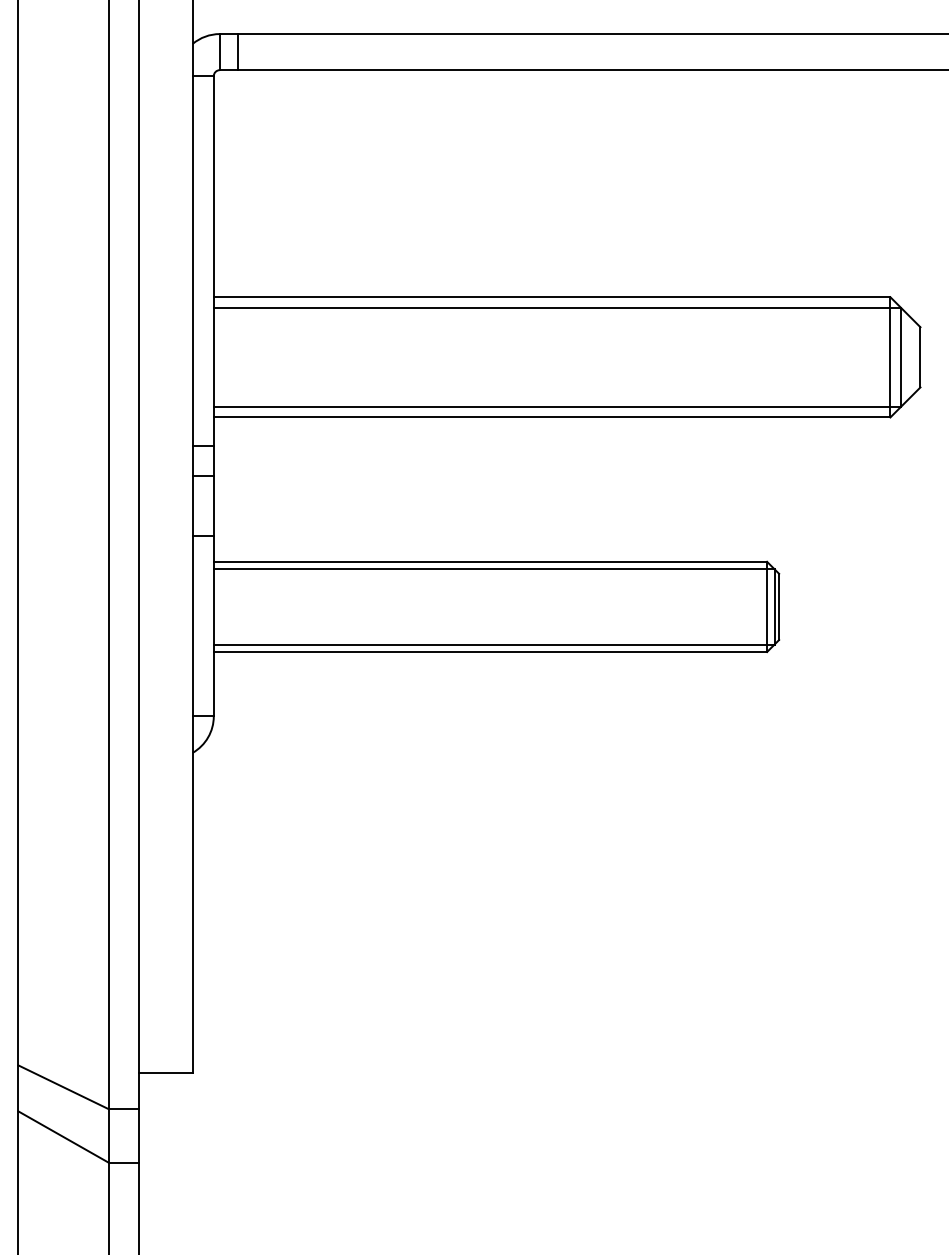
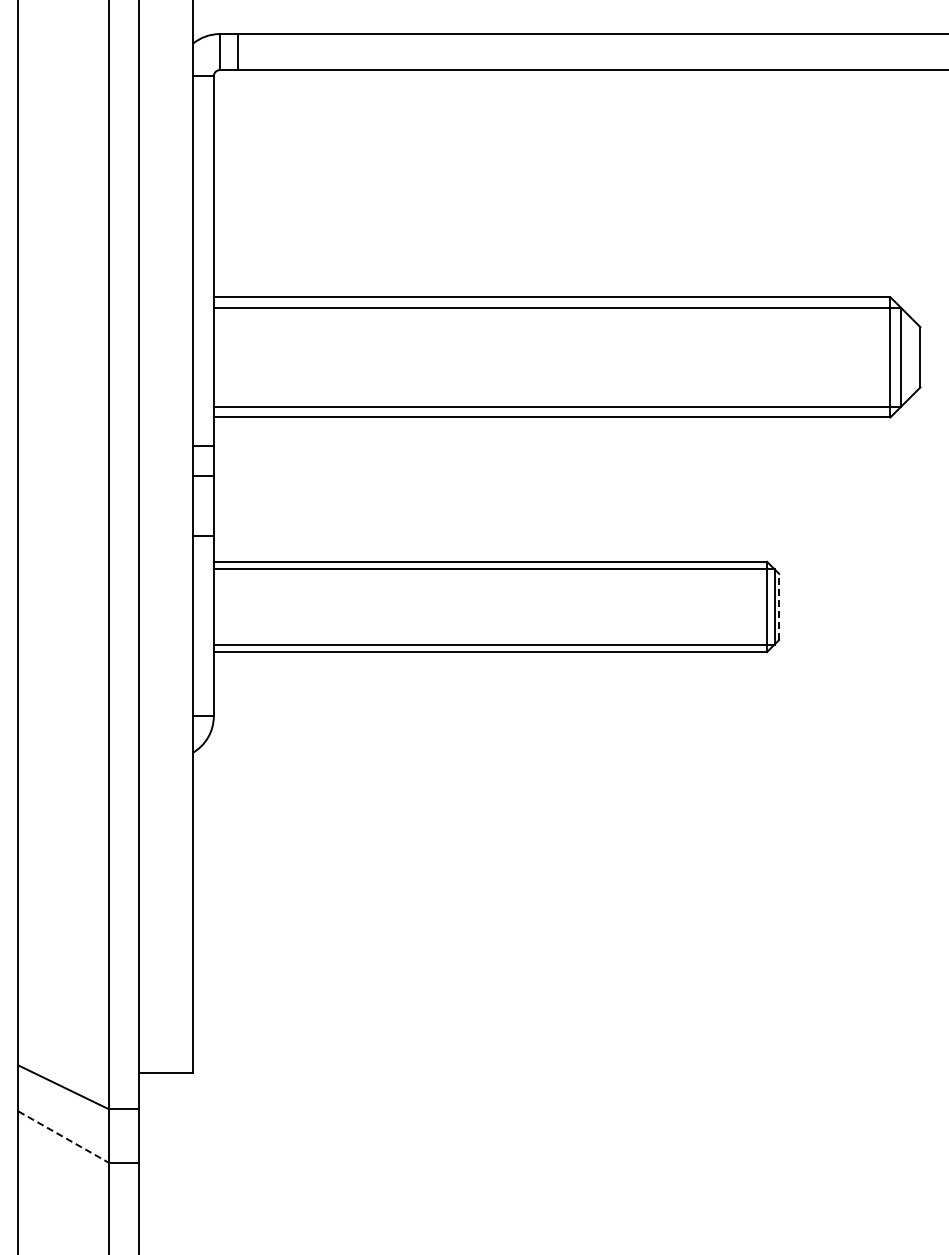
line at (779, 606): solid -> dashed
line at (63, 1136): solid -> dashed
